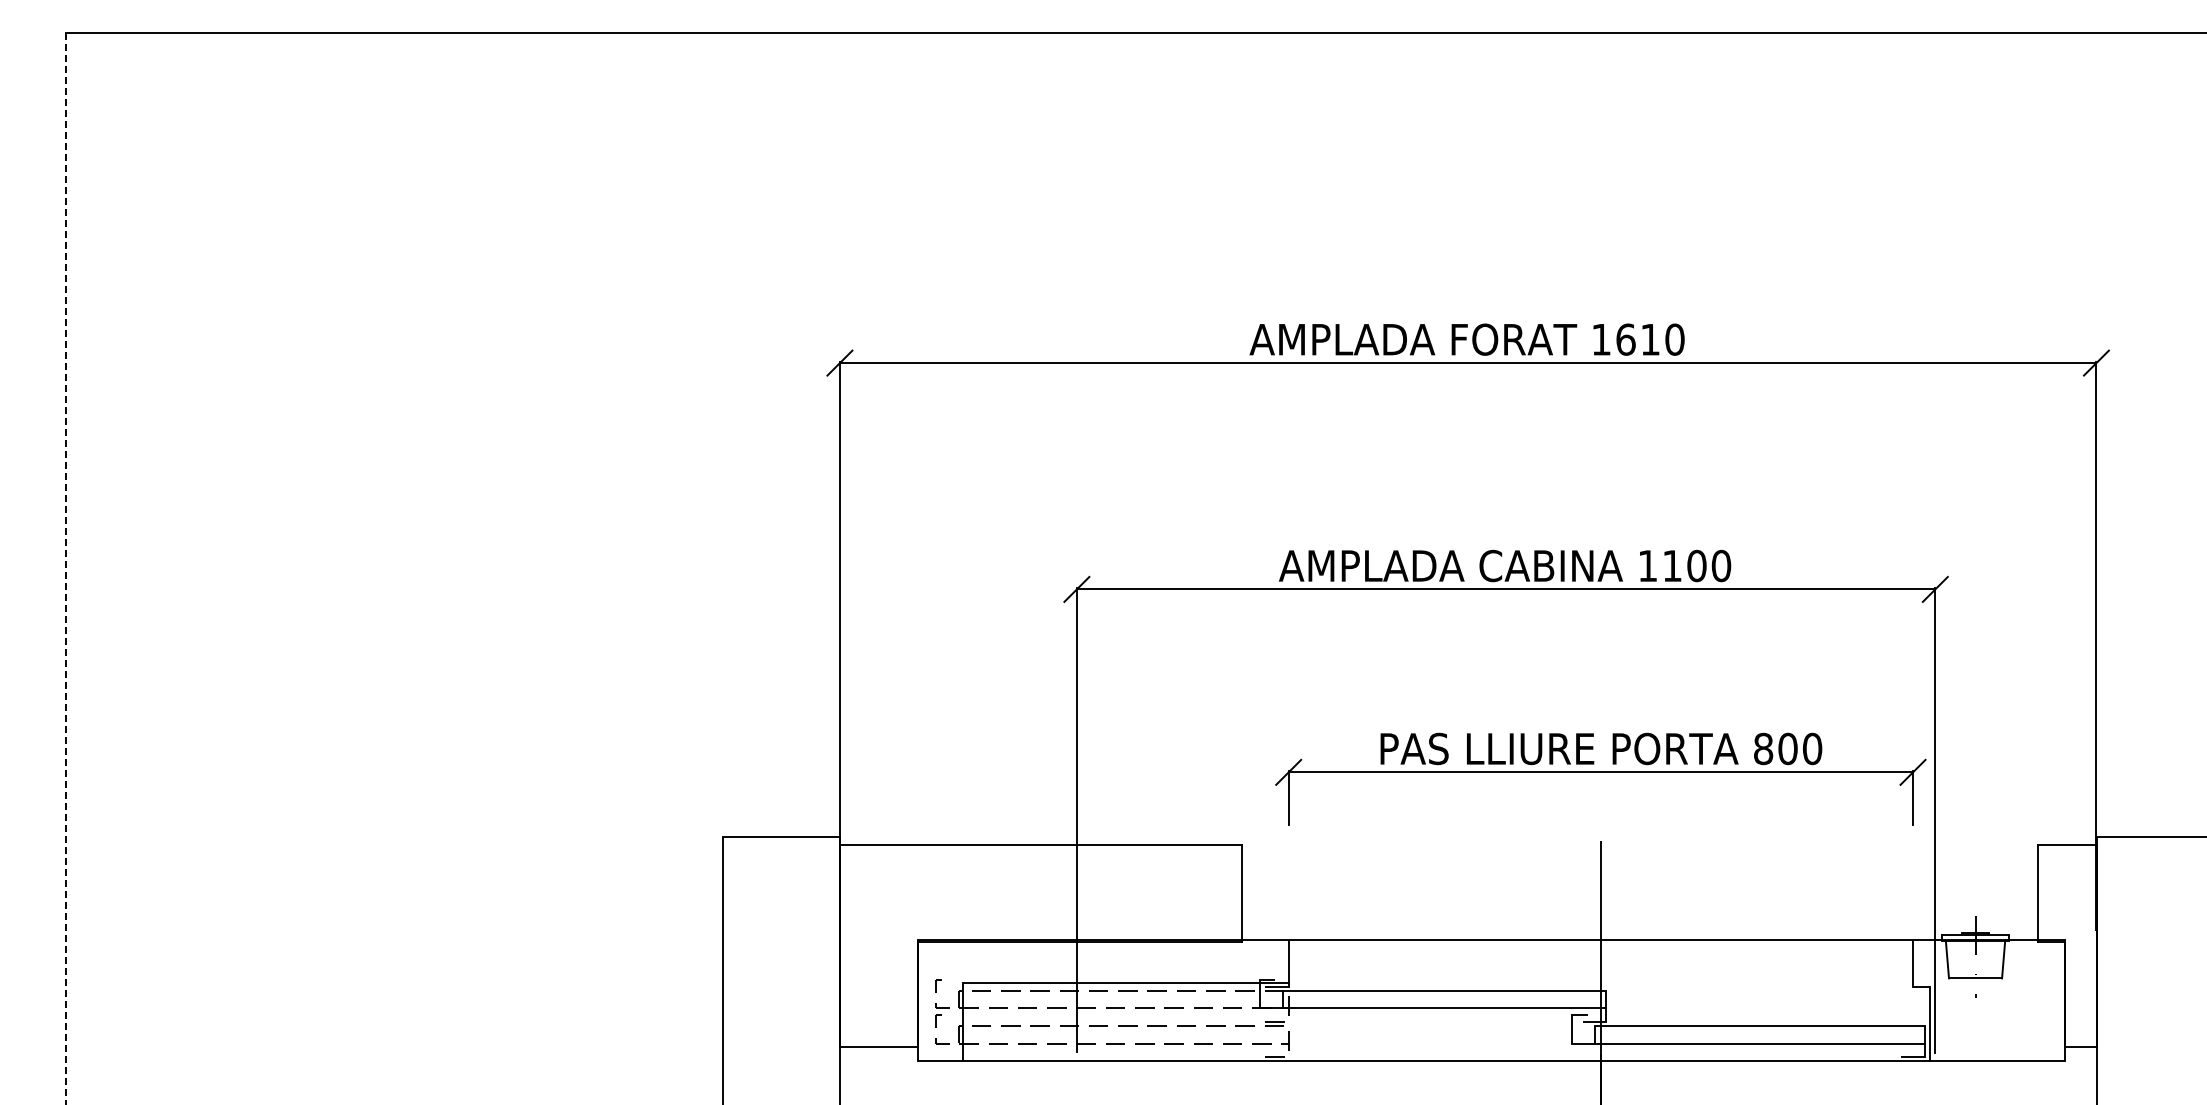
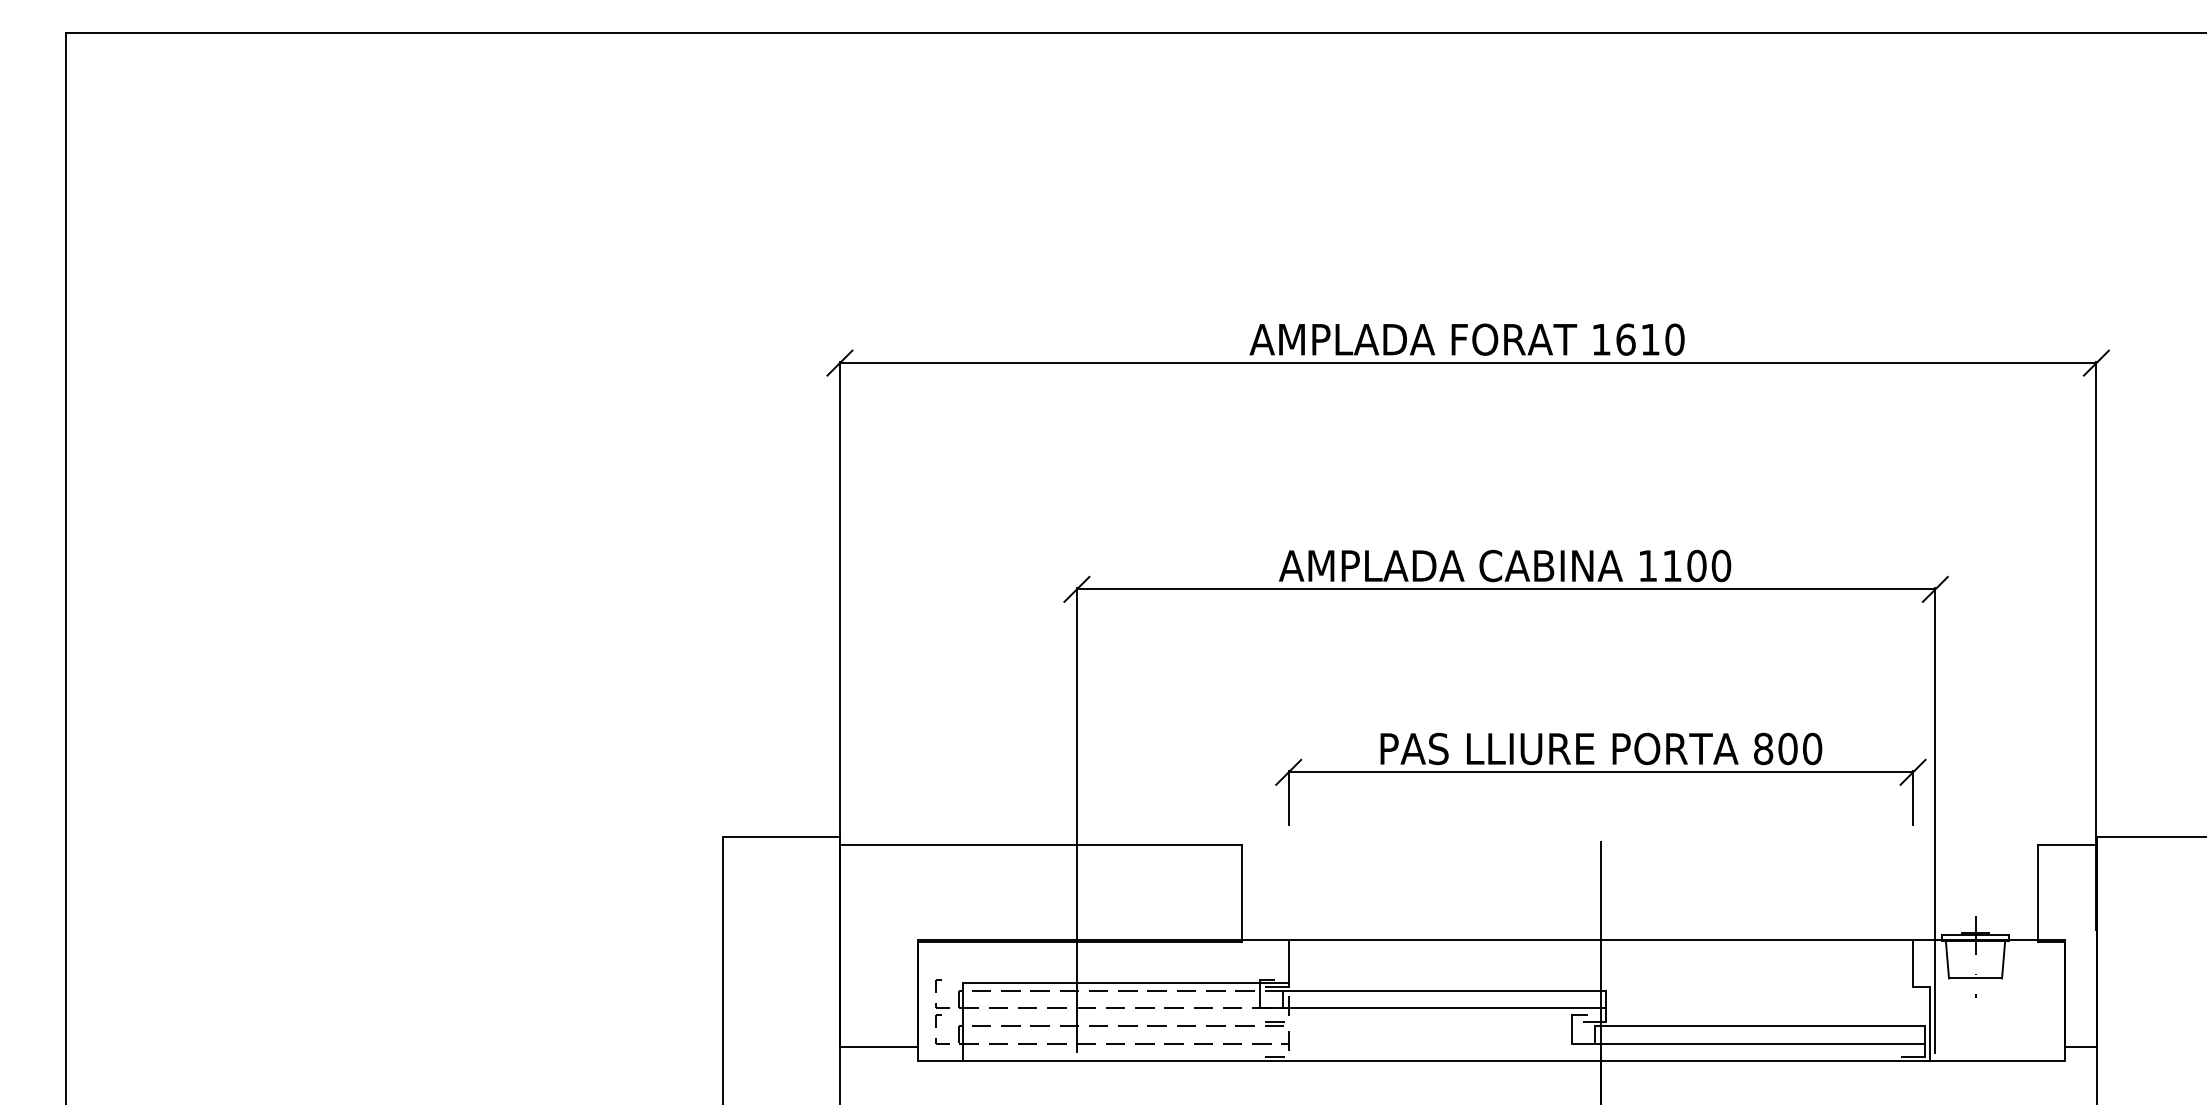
line at (66, 569): dashed -> solid
